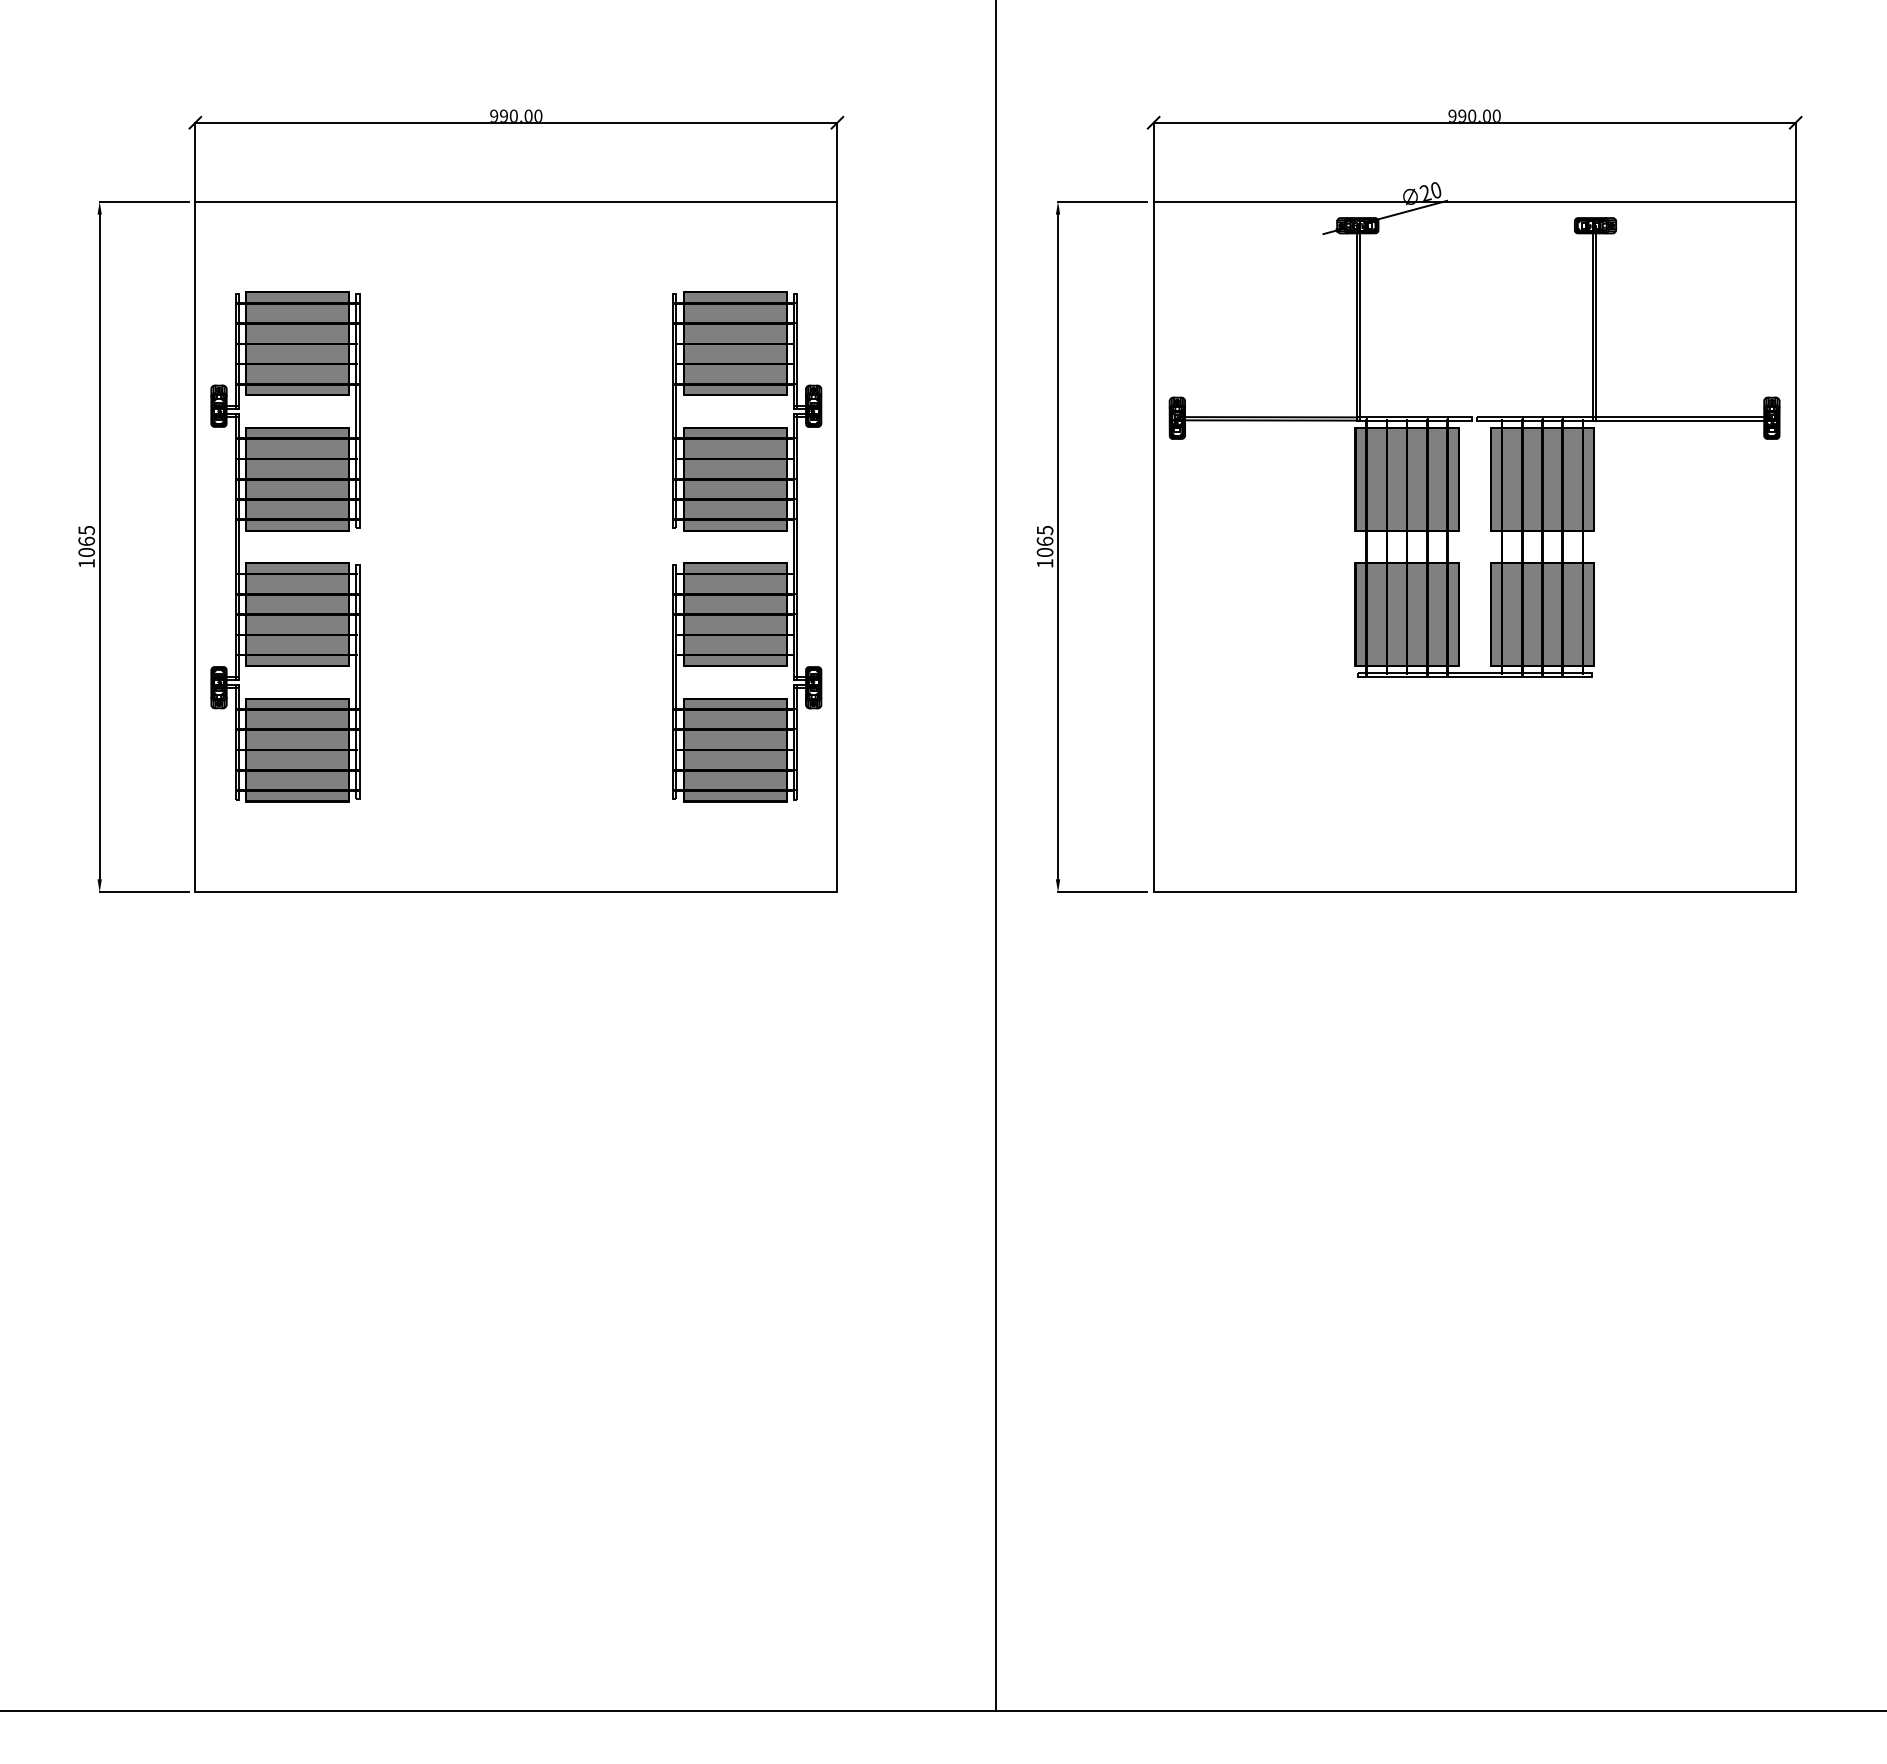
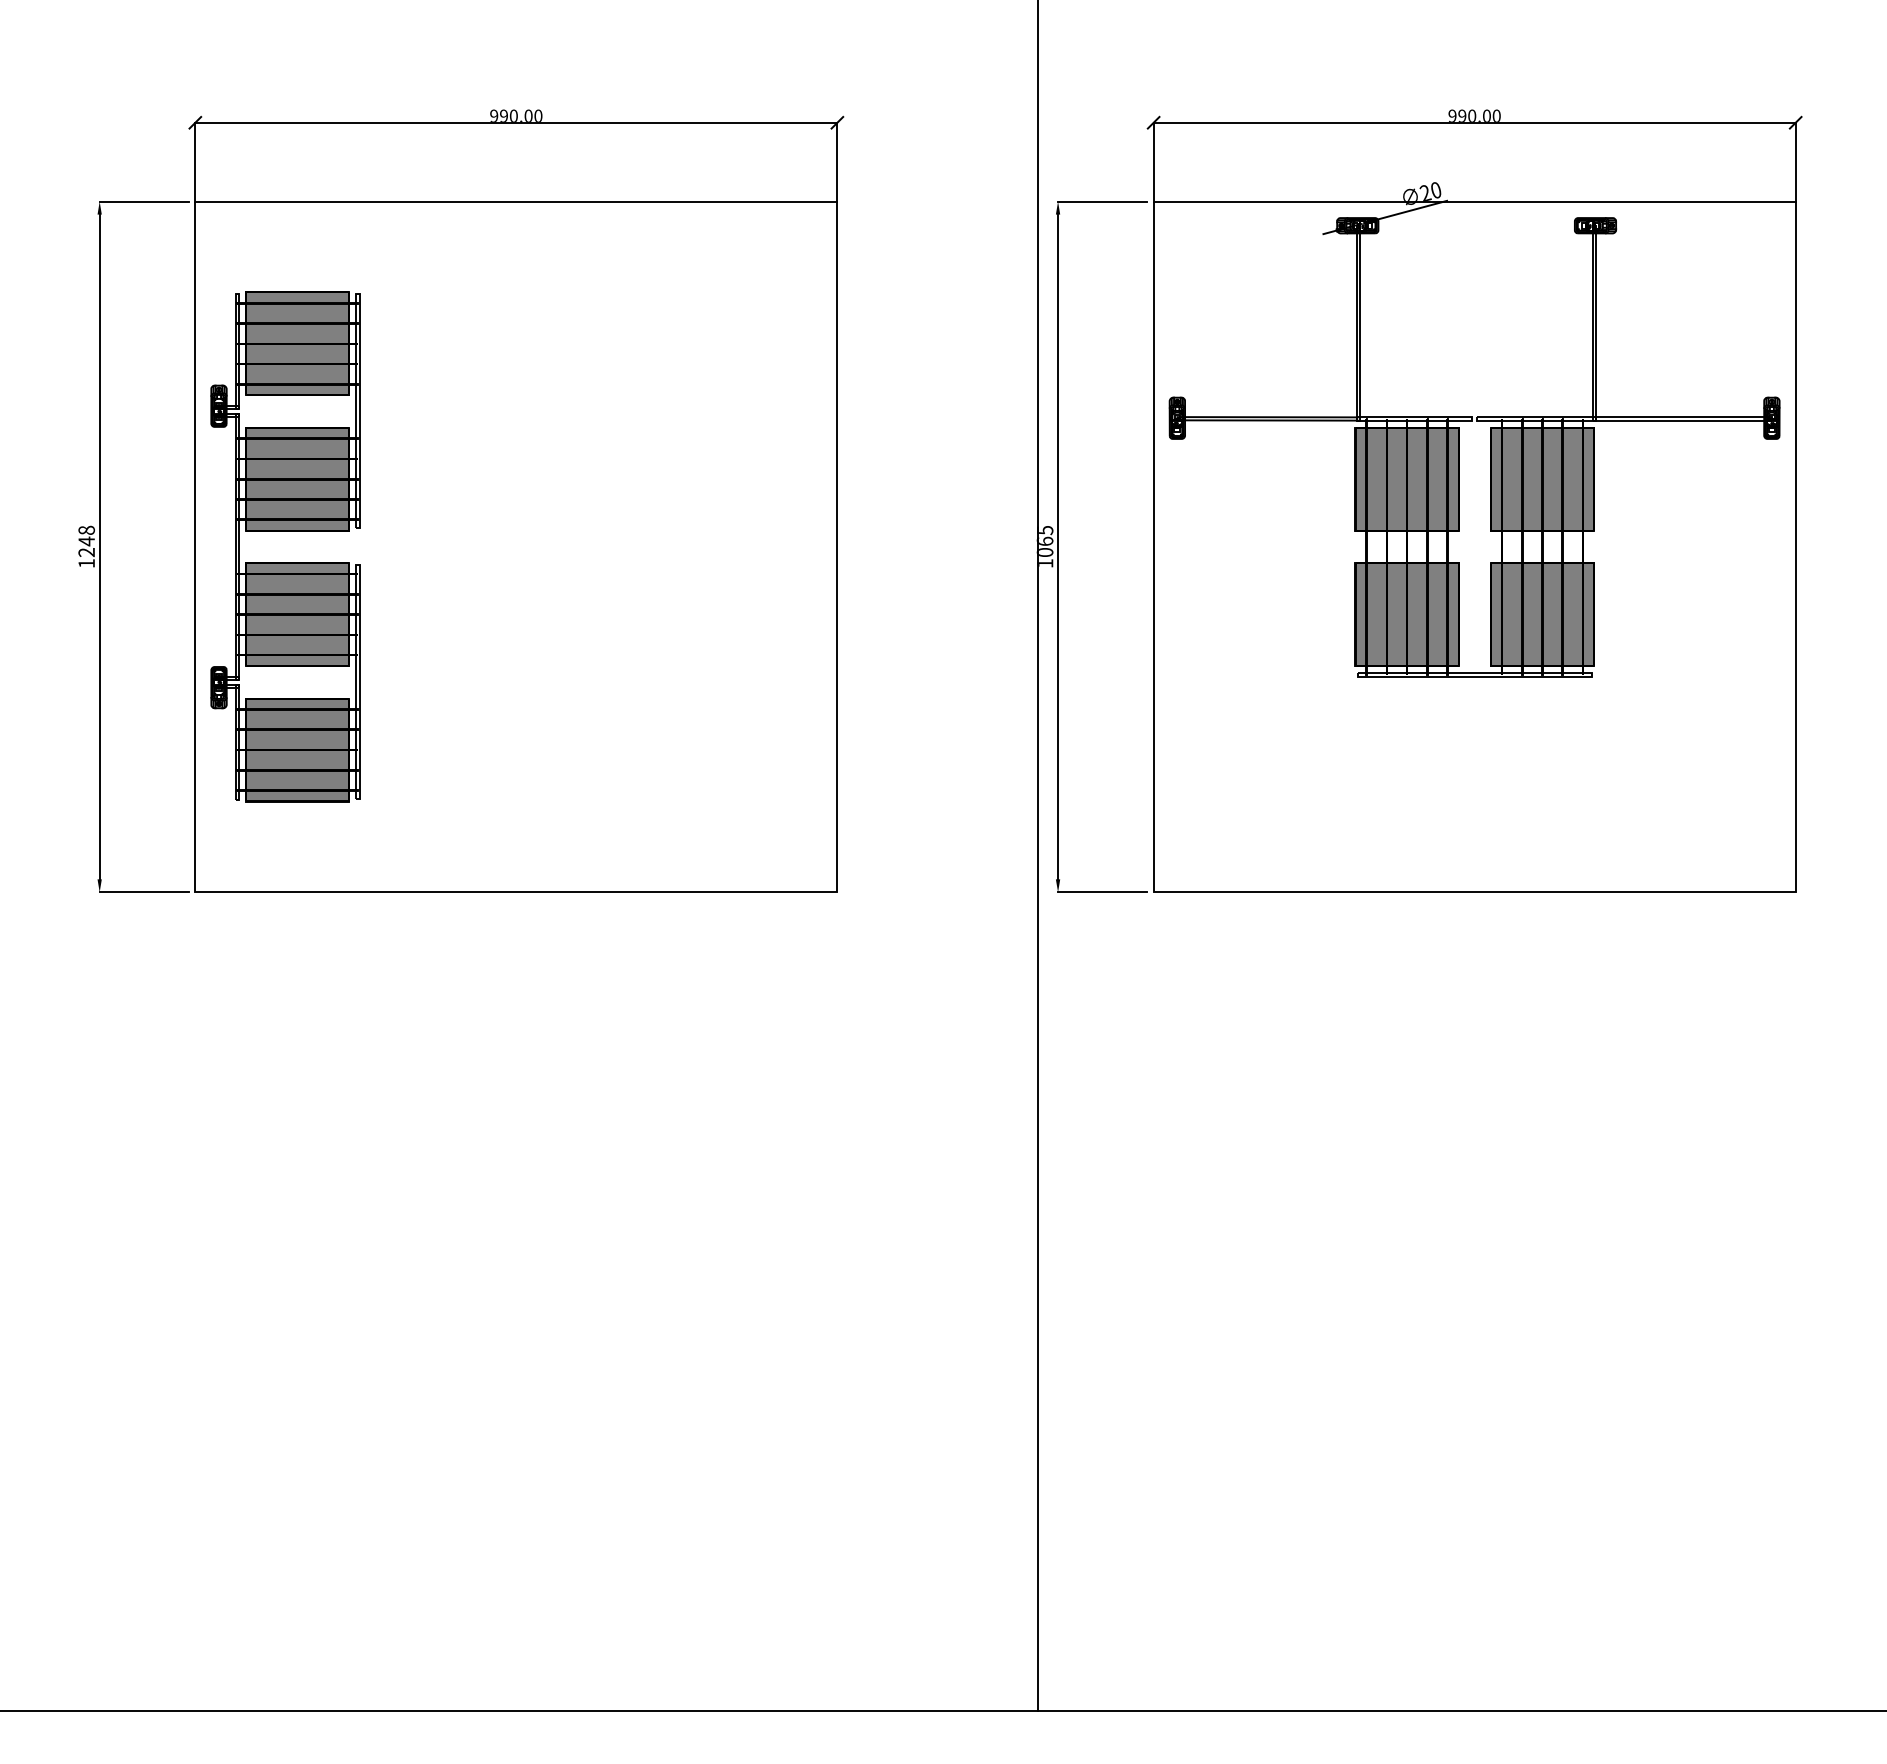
part at (747, 531): present -> none
text at (86, 541): 1065 -> 1248
line at (995, 856) position: (995, 856) -> (1037, 856)
